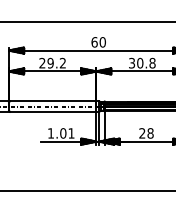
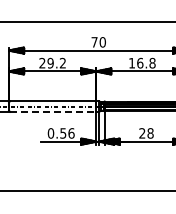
text at (94, 42): 60 -> 70
text at (136, 62): 30.8 -> 16.8
line at (53, 111): solid -> dashed
text at (60, 133): 1.01 -> 0.56
